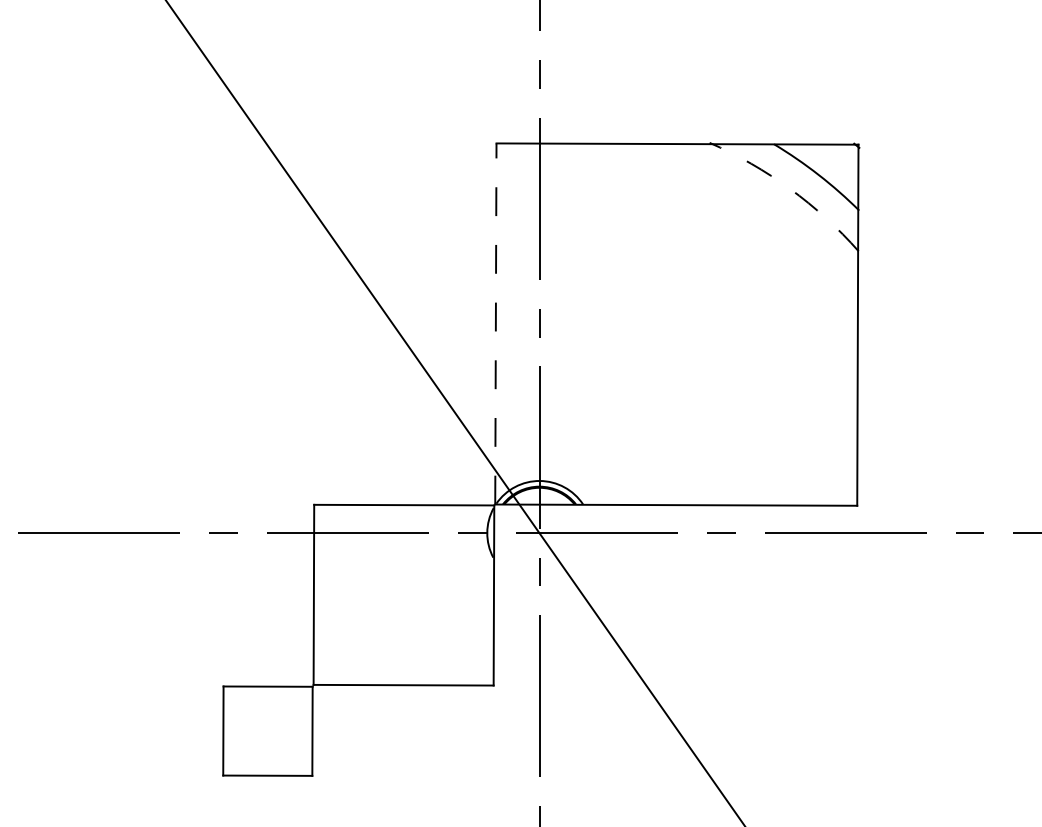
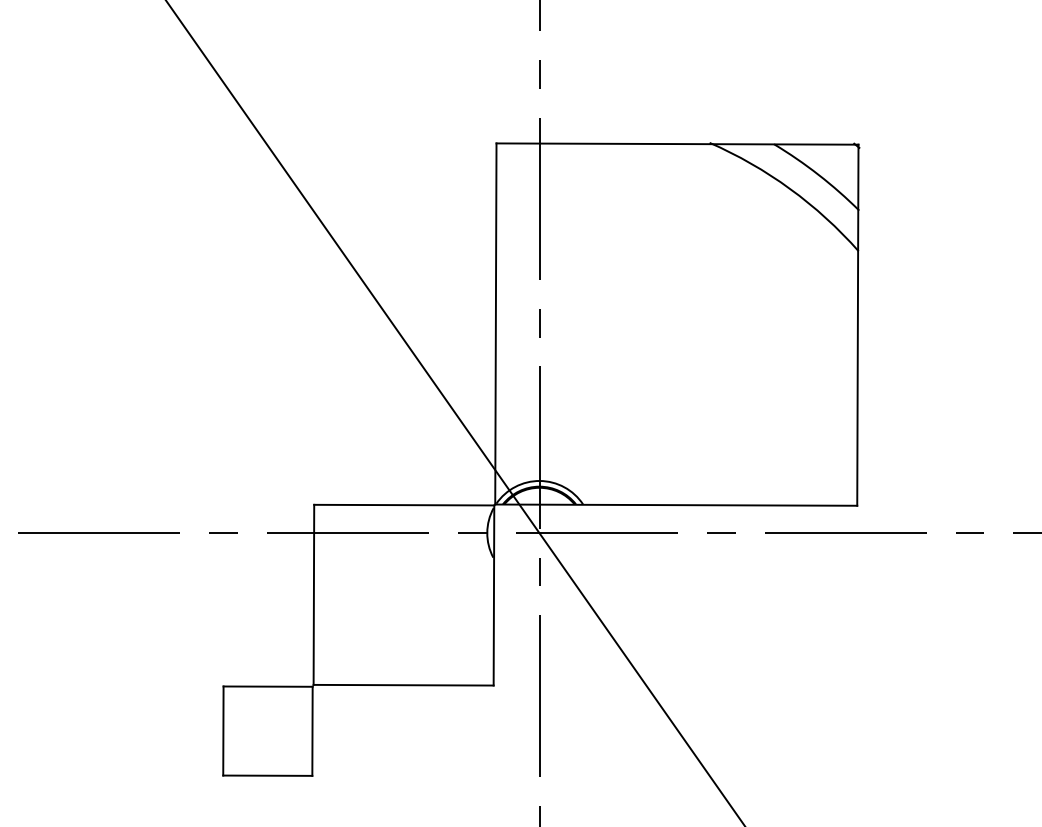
arc at (790, 188): dashed -> solid
line at (495, 323): dashed -> solid
